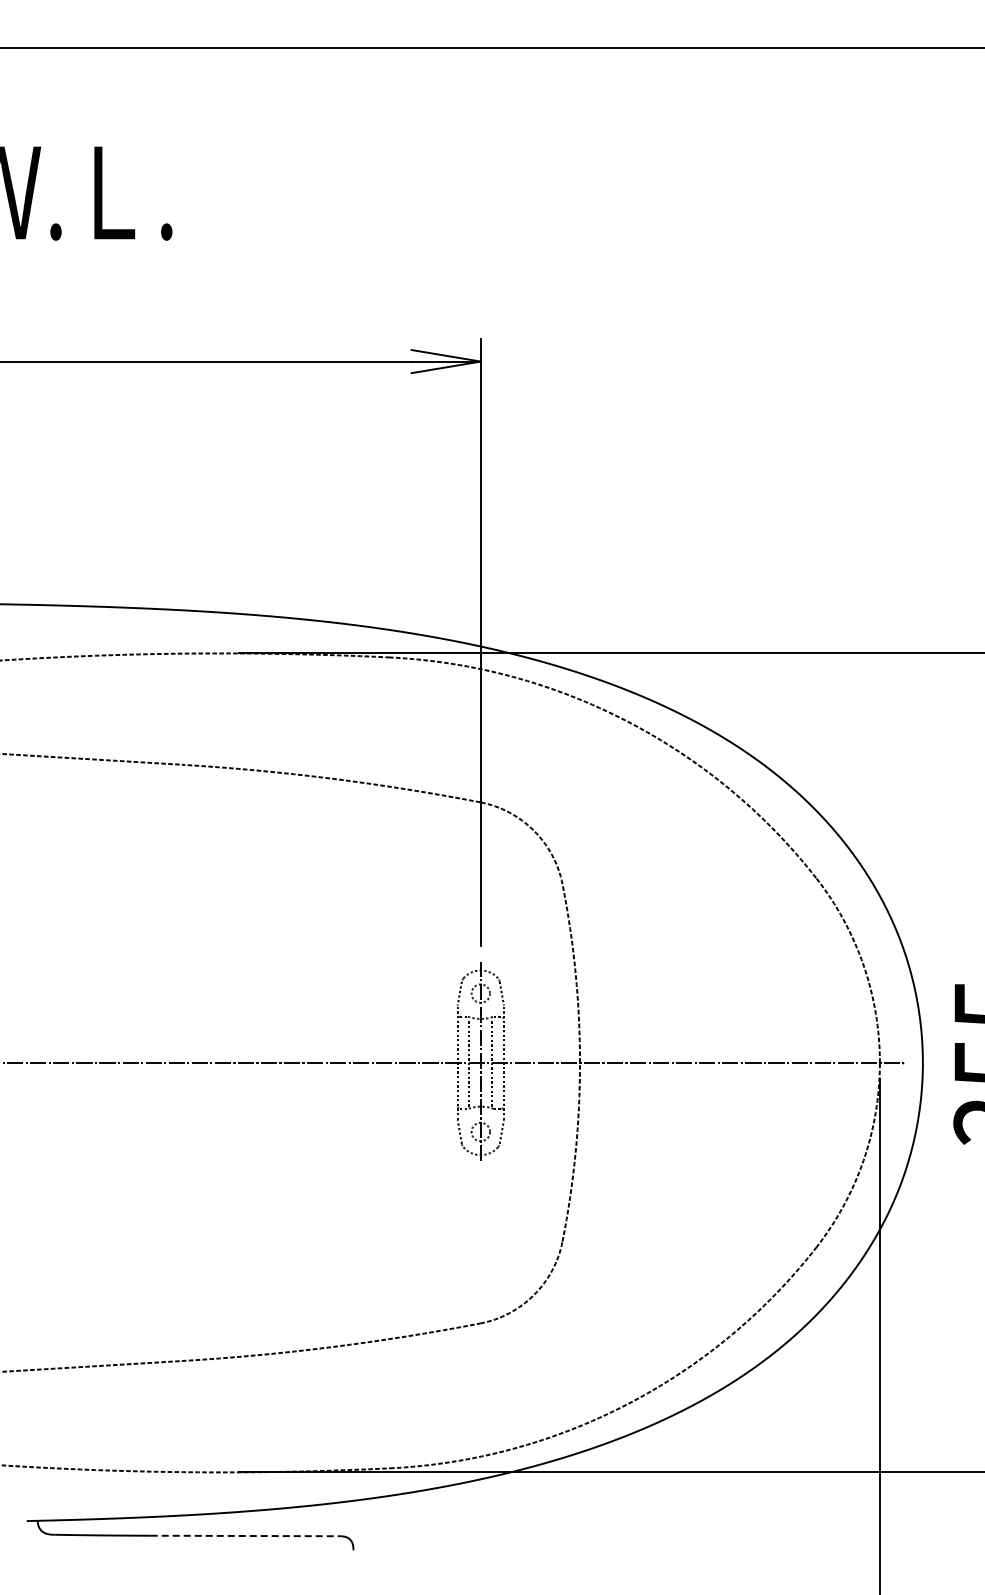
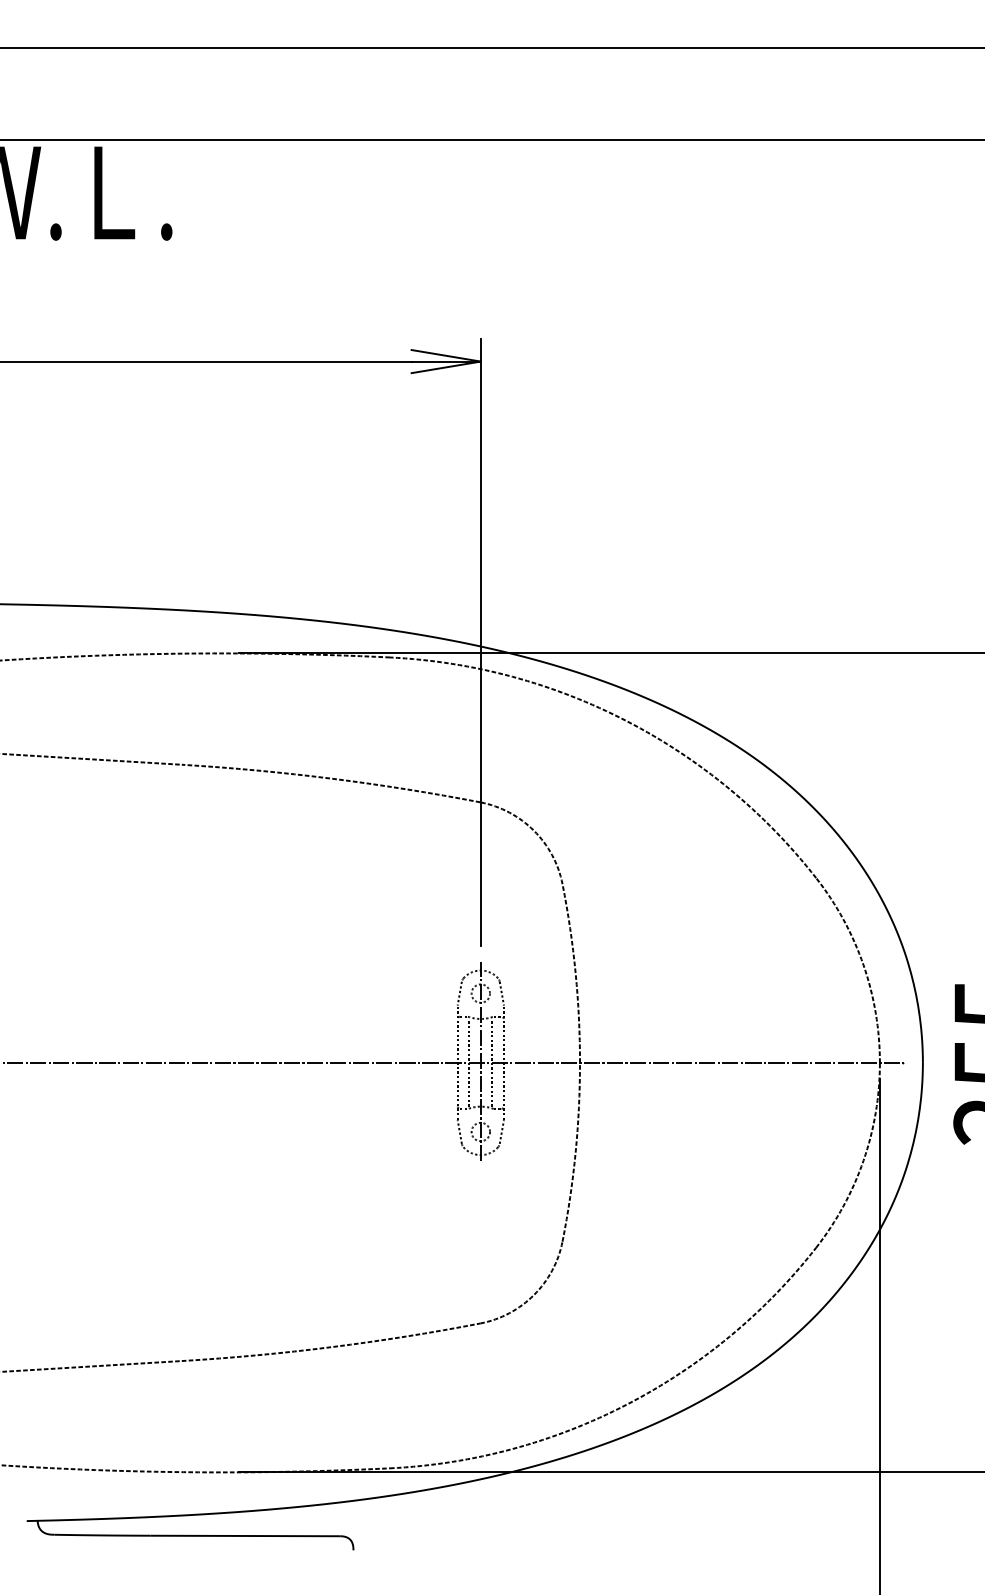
line at (491, 140): none -> present
line at (245, 1535): dashed -> solid
